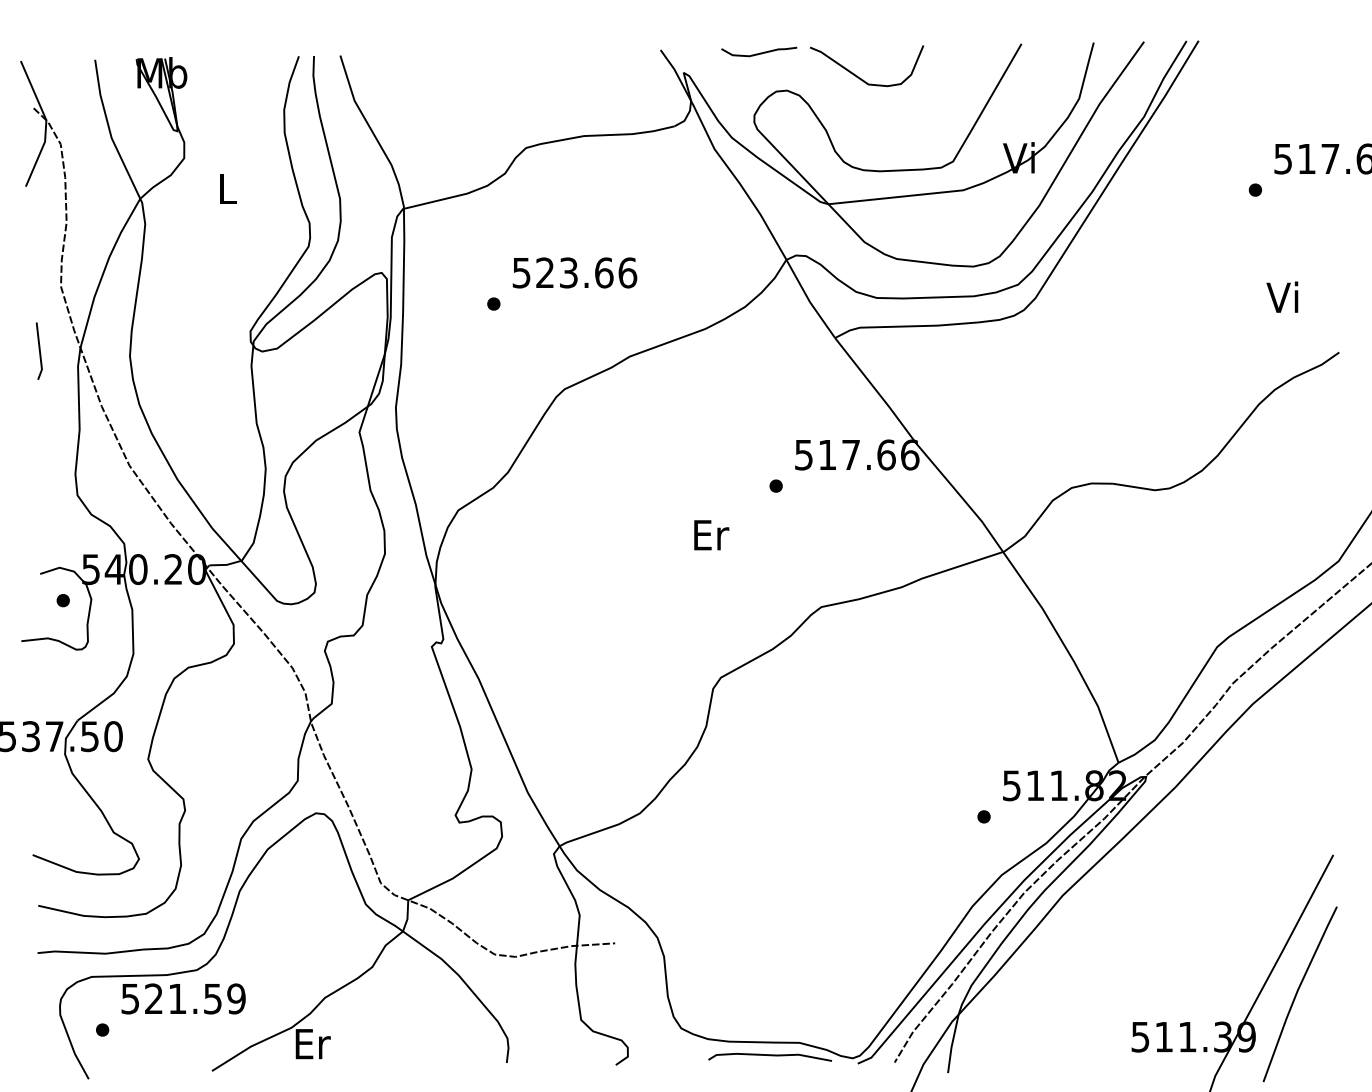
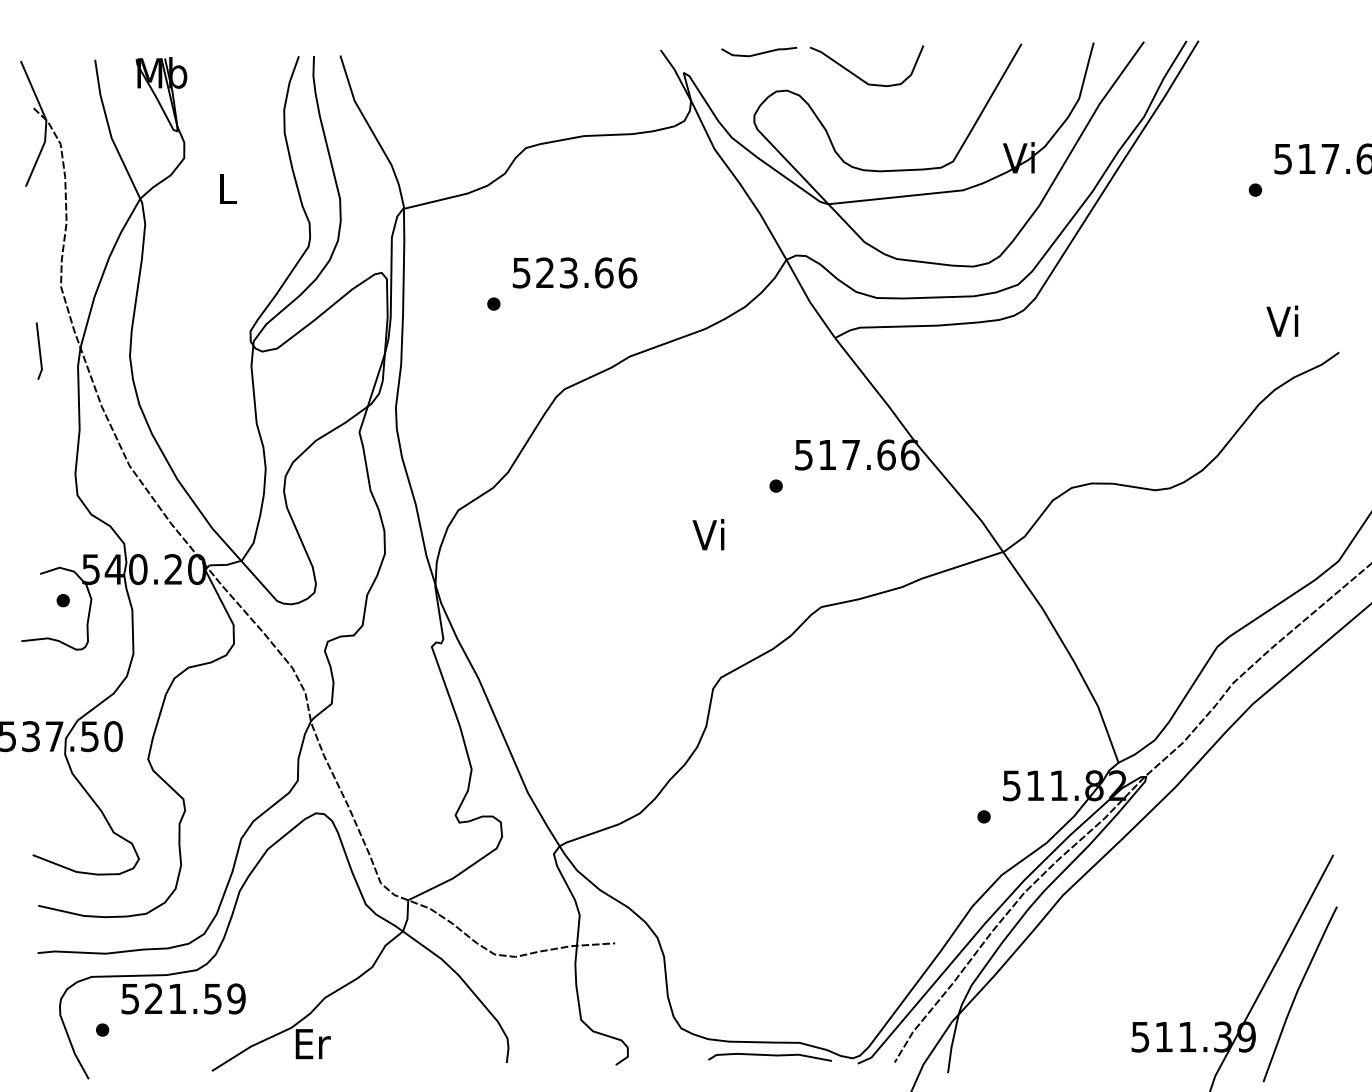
text at (1282, 296) position: (1282, 296) -> (1282, 320)
text at (710, 534): Er -> Vi
